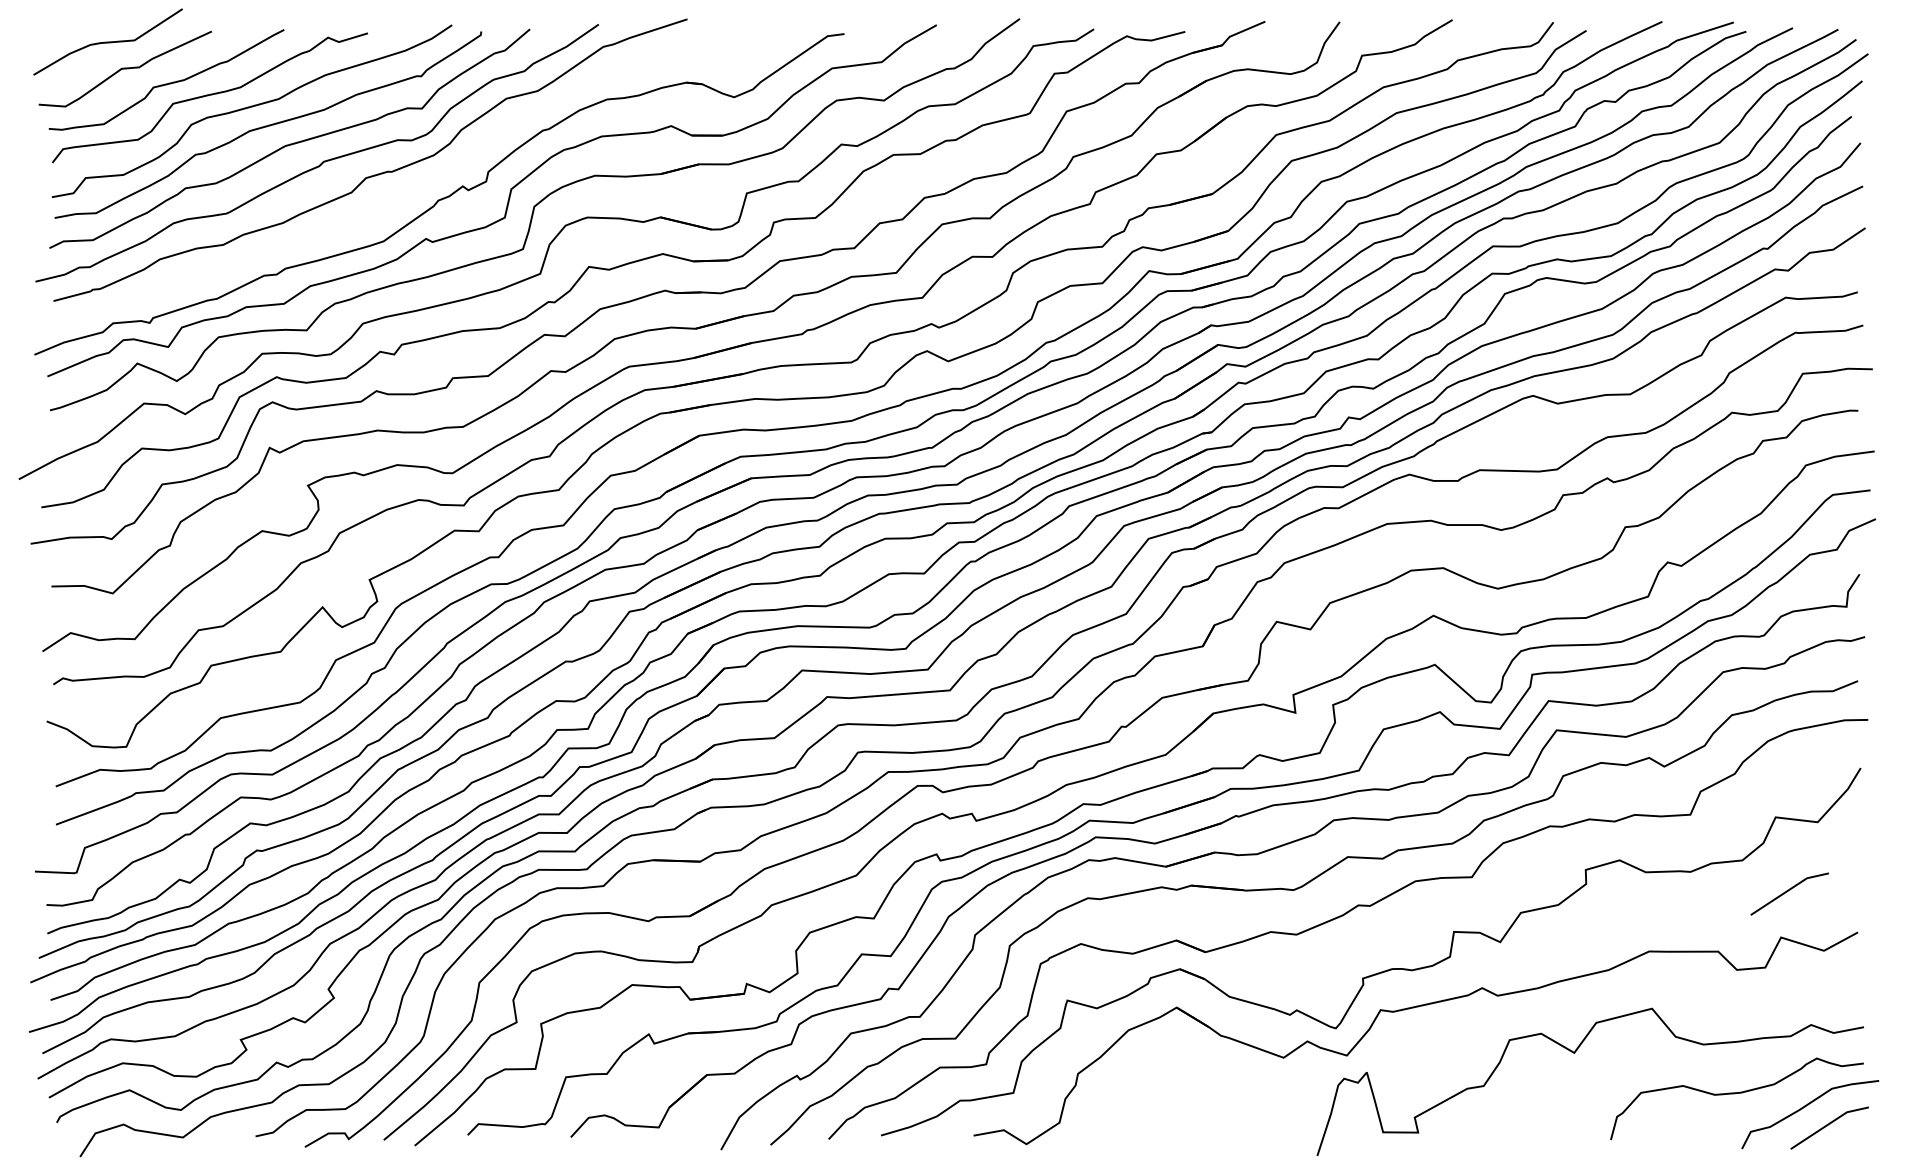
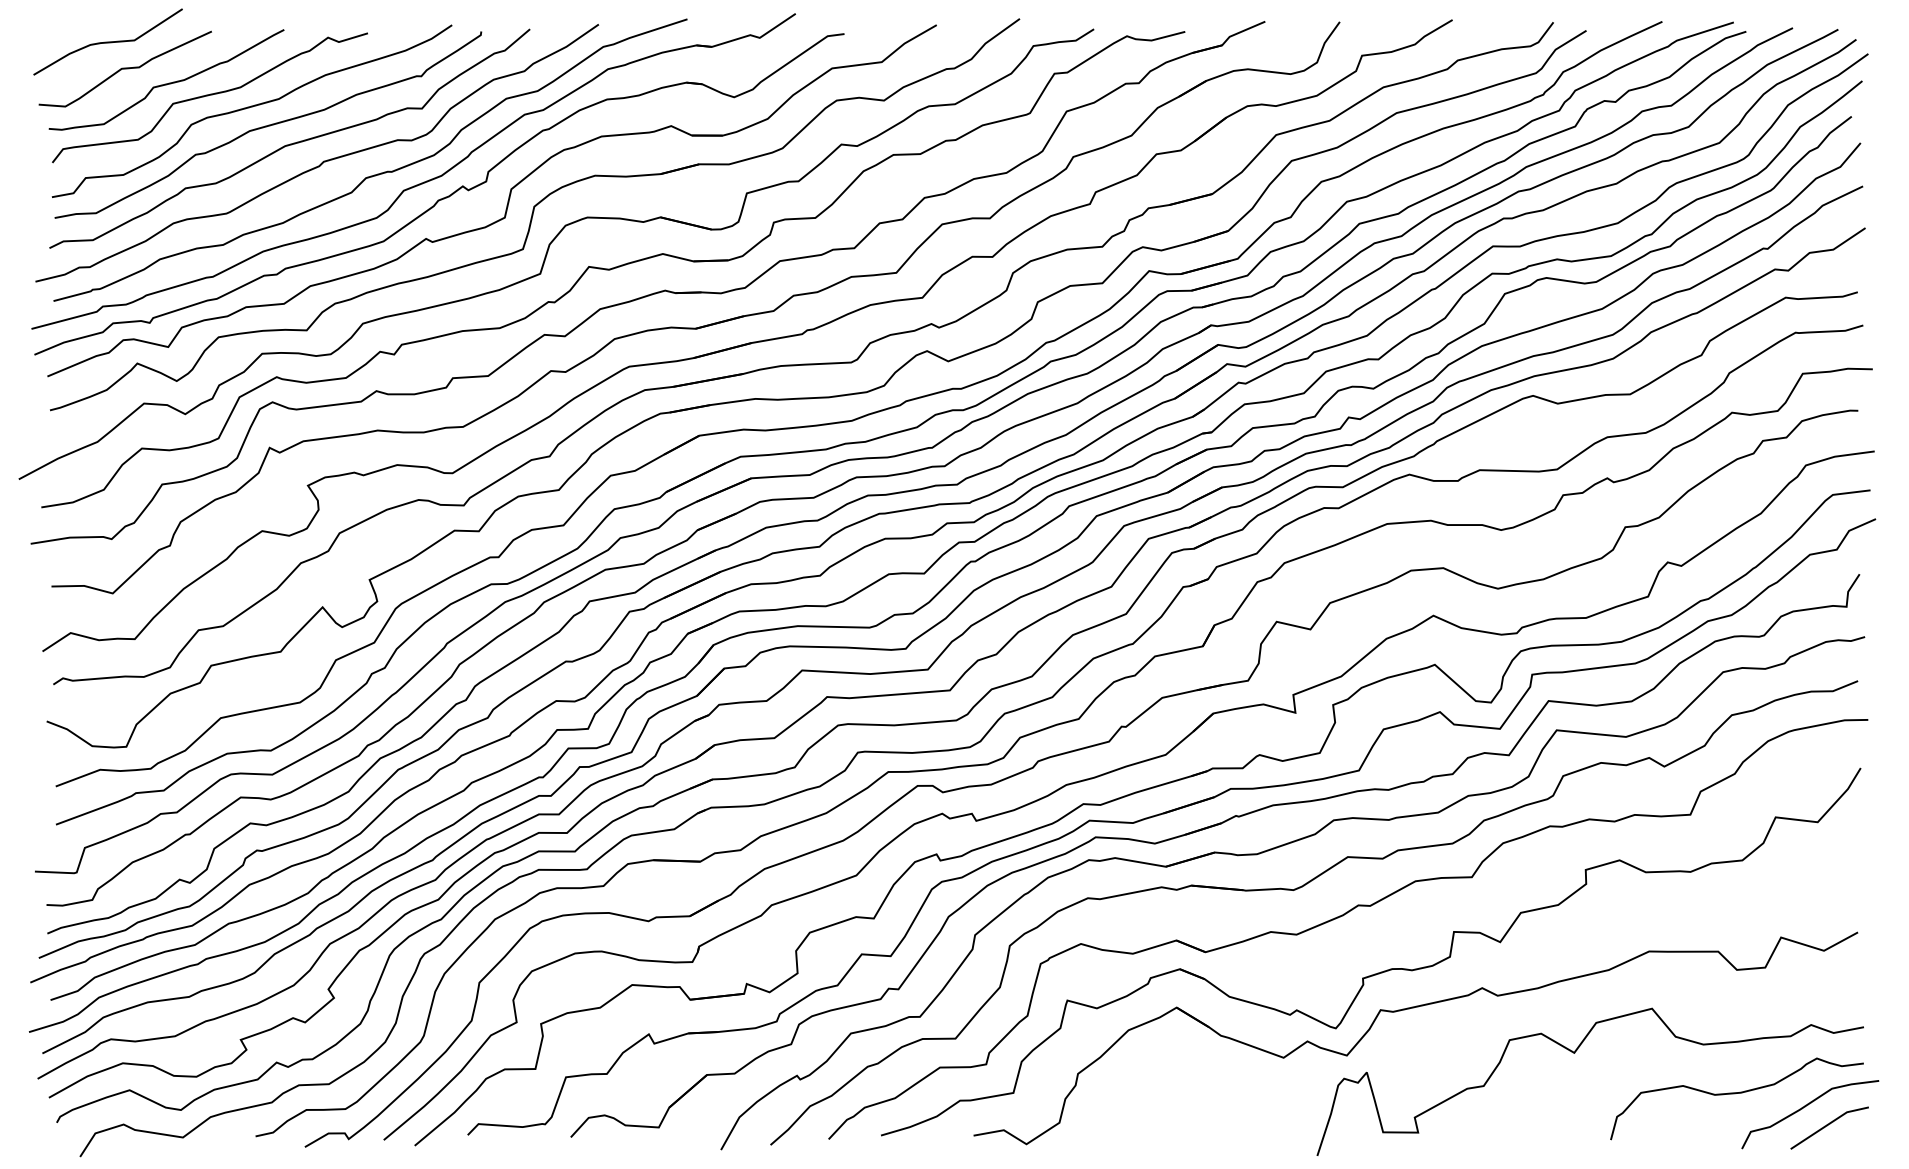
part at (418, 183): none -> present
line at (1788, 891): present -> none
